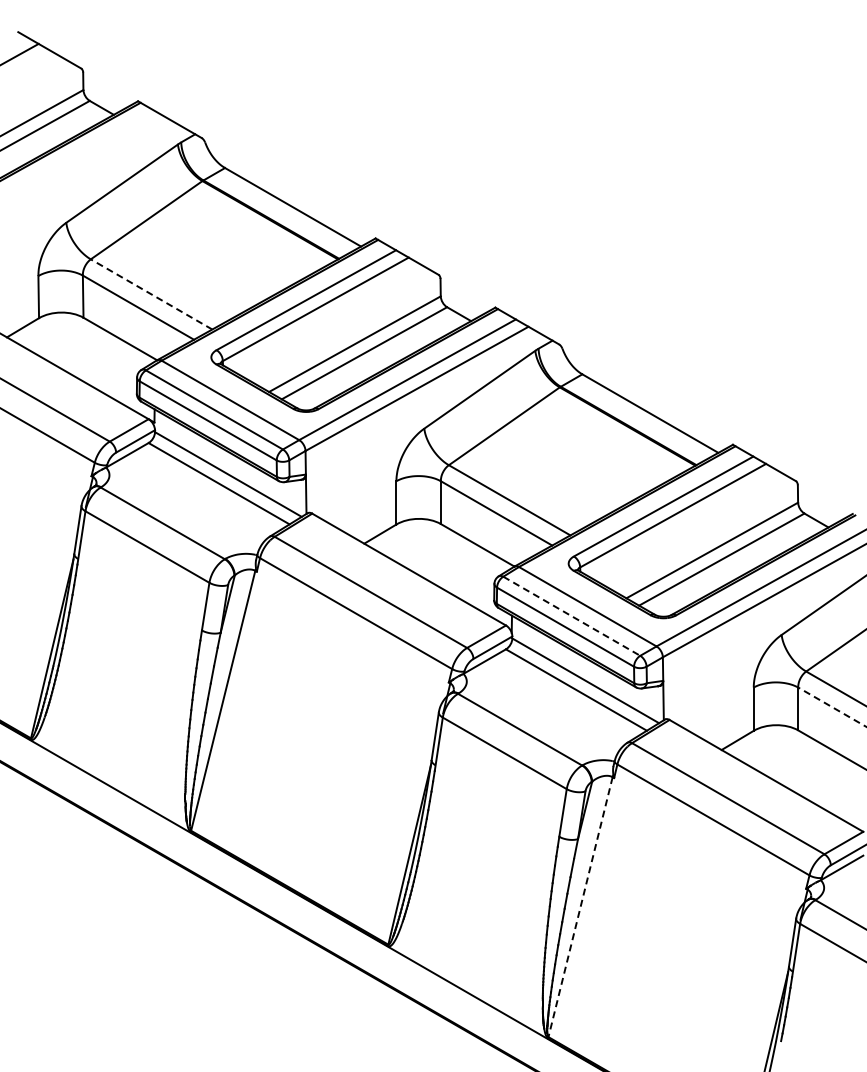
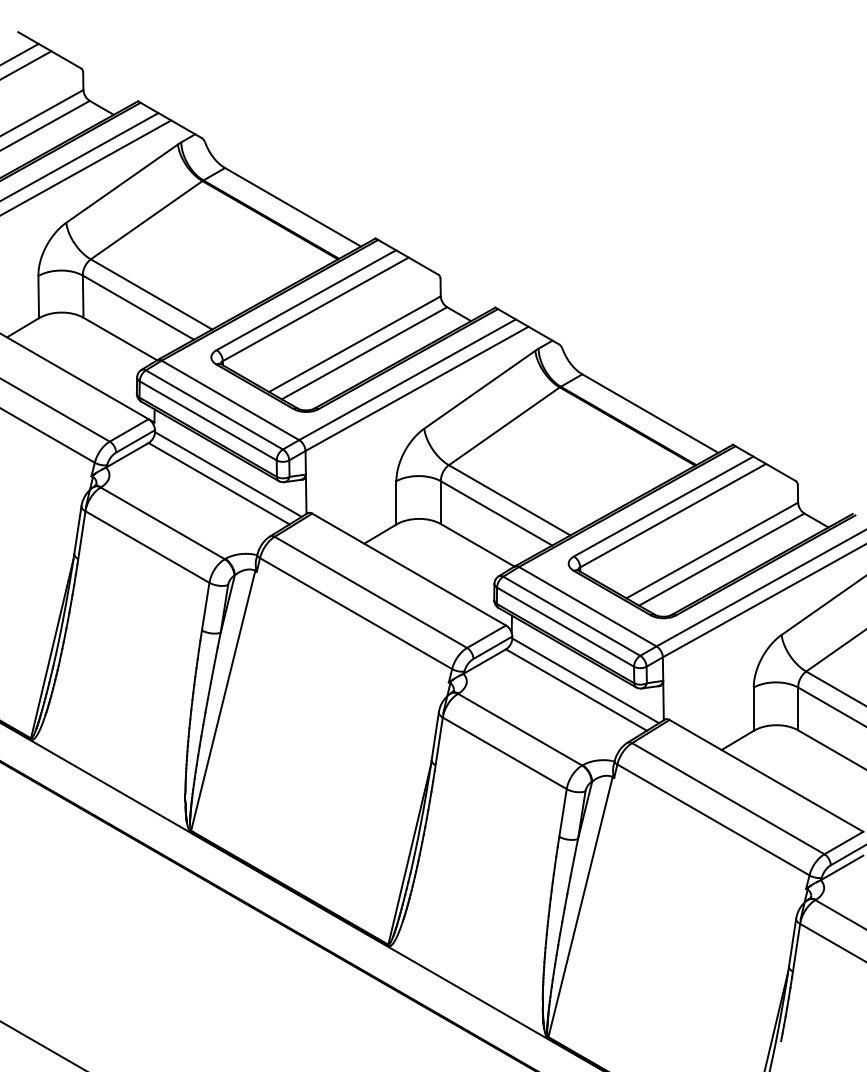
line at (26, 64): none -> present
line at (80, 156): none -> present
line at (86, 167): none -> present
line at (151, 294): dashed -> solid
line at (572, 616): dashed -> solid
line at (831, 706): dashed -> solid
line at (580, 907): dashed -> solid
line at (42, 1045): none -> present
